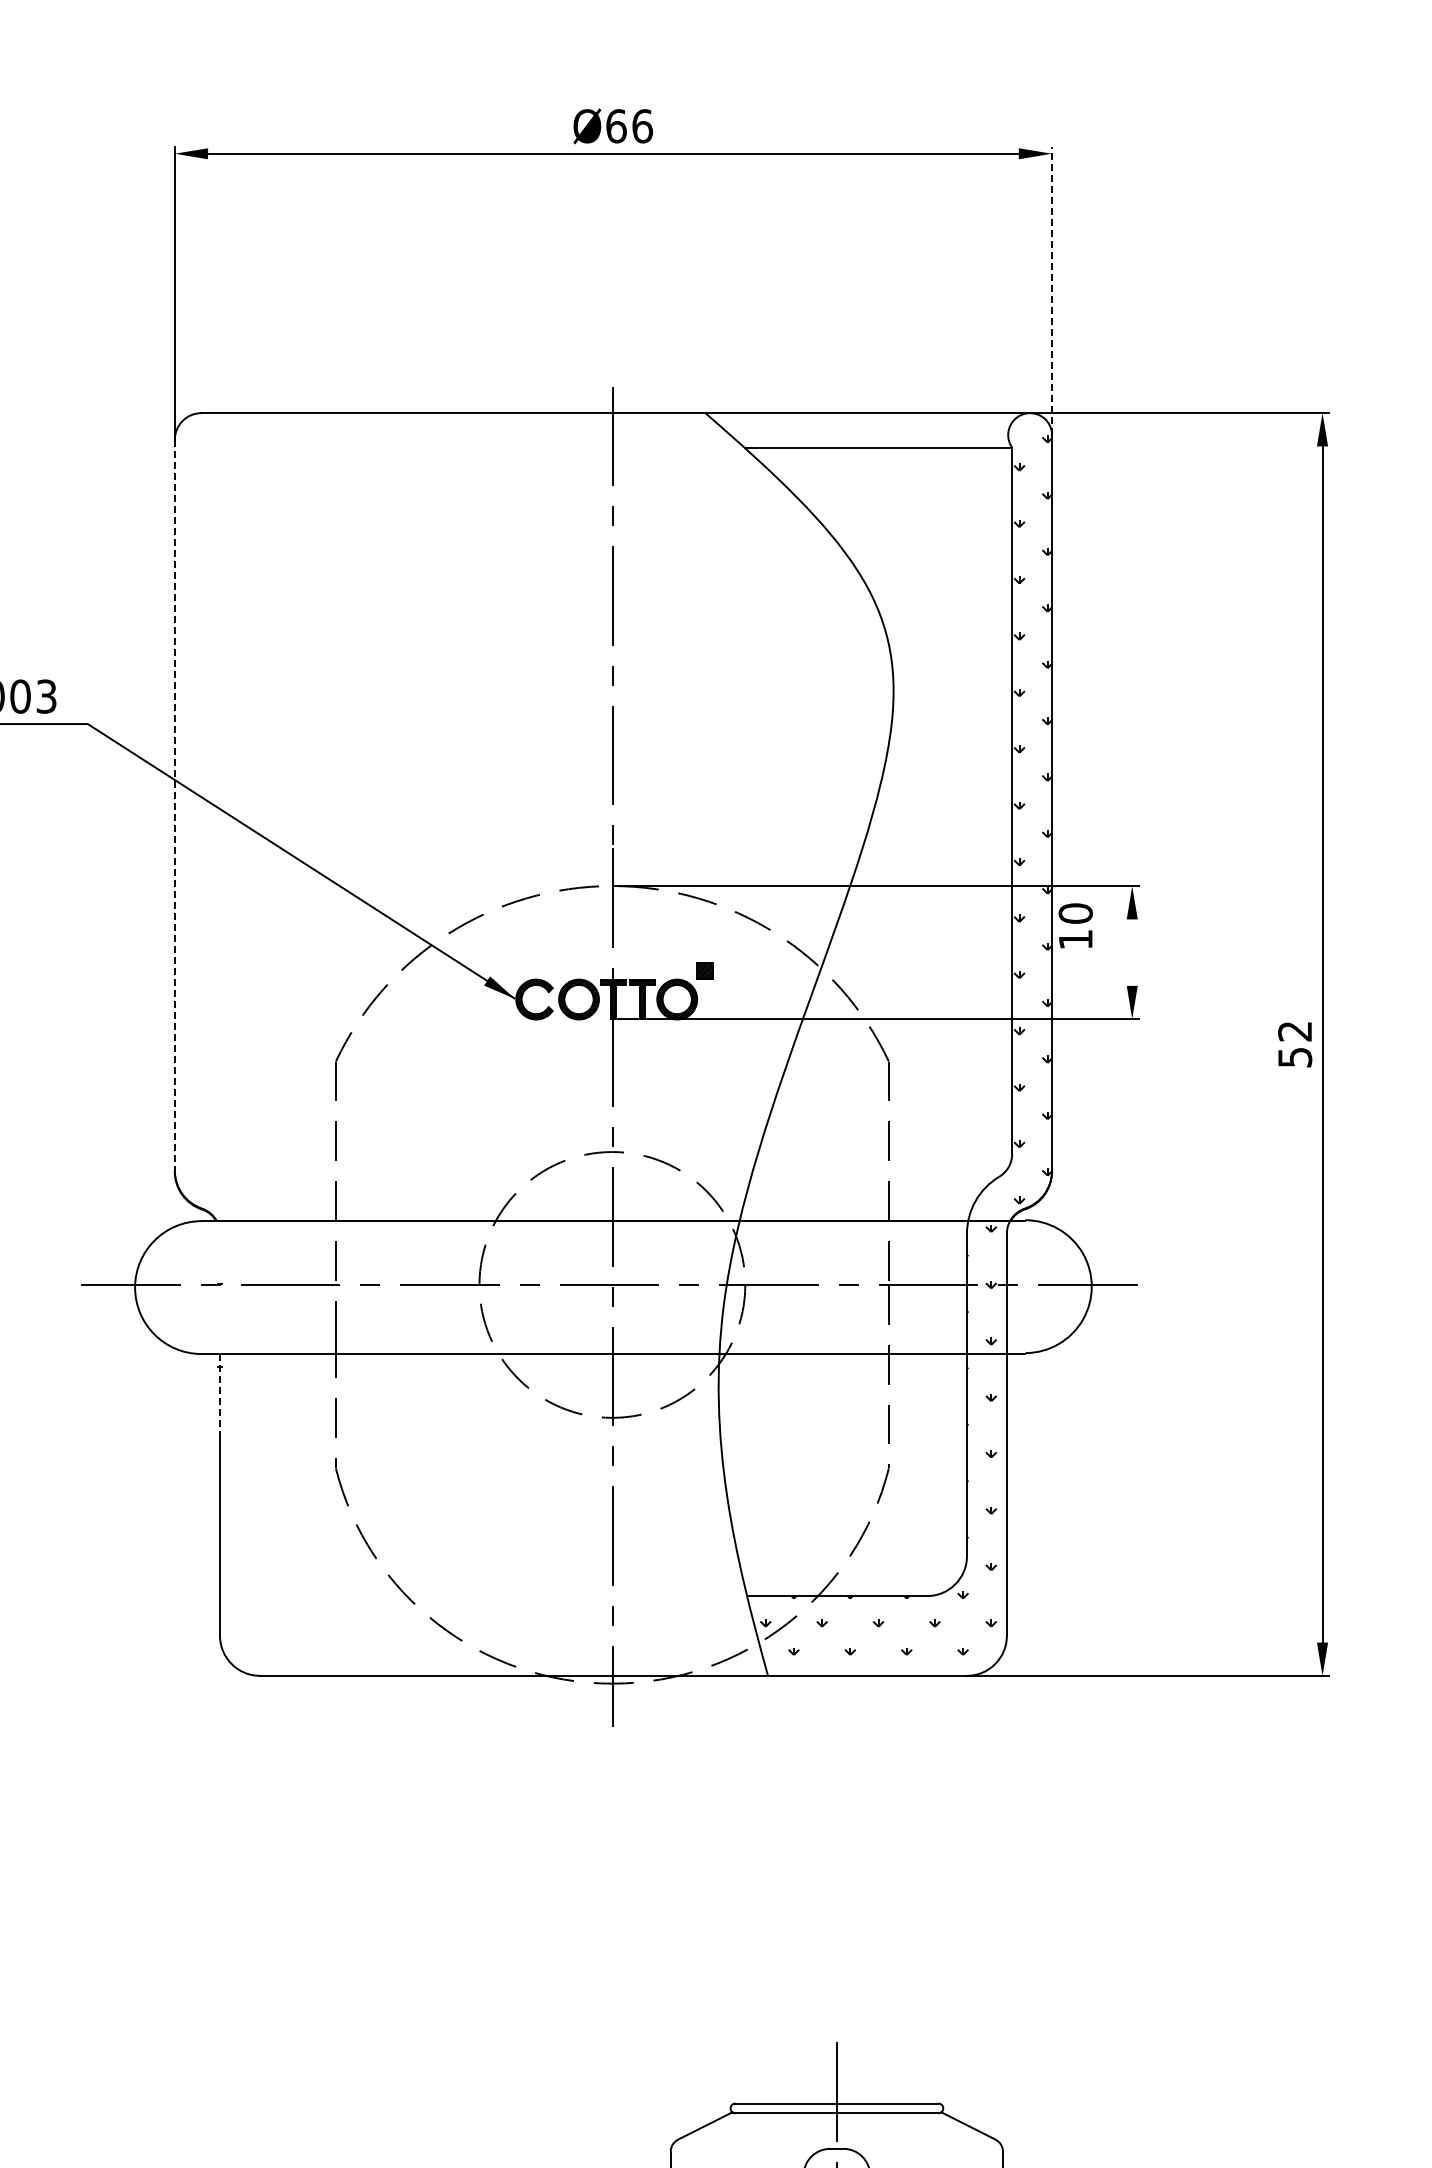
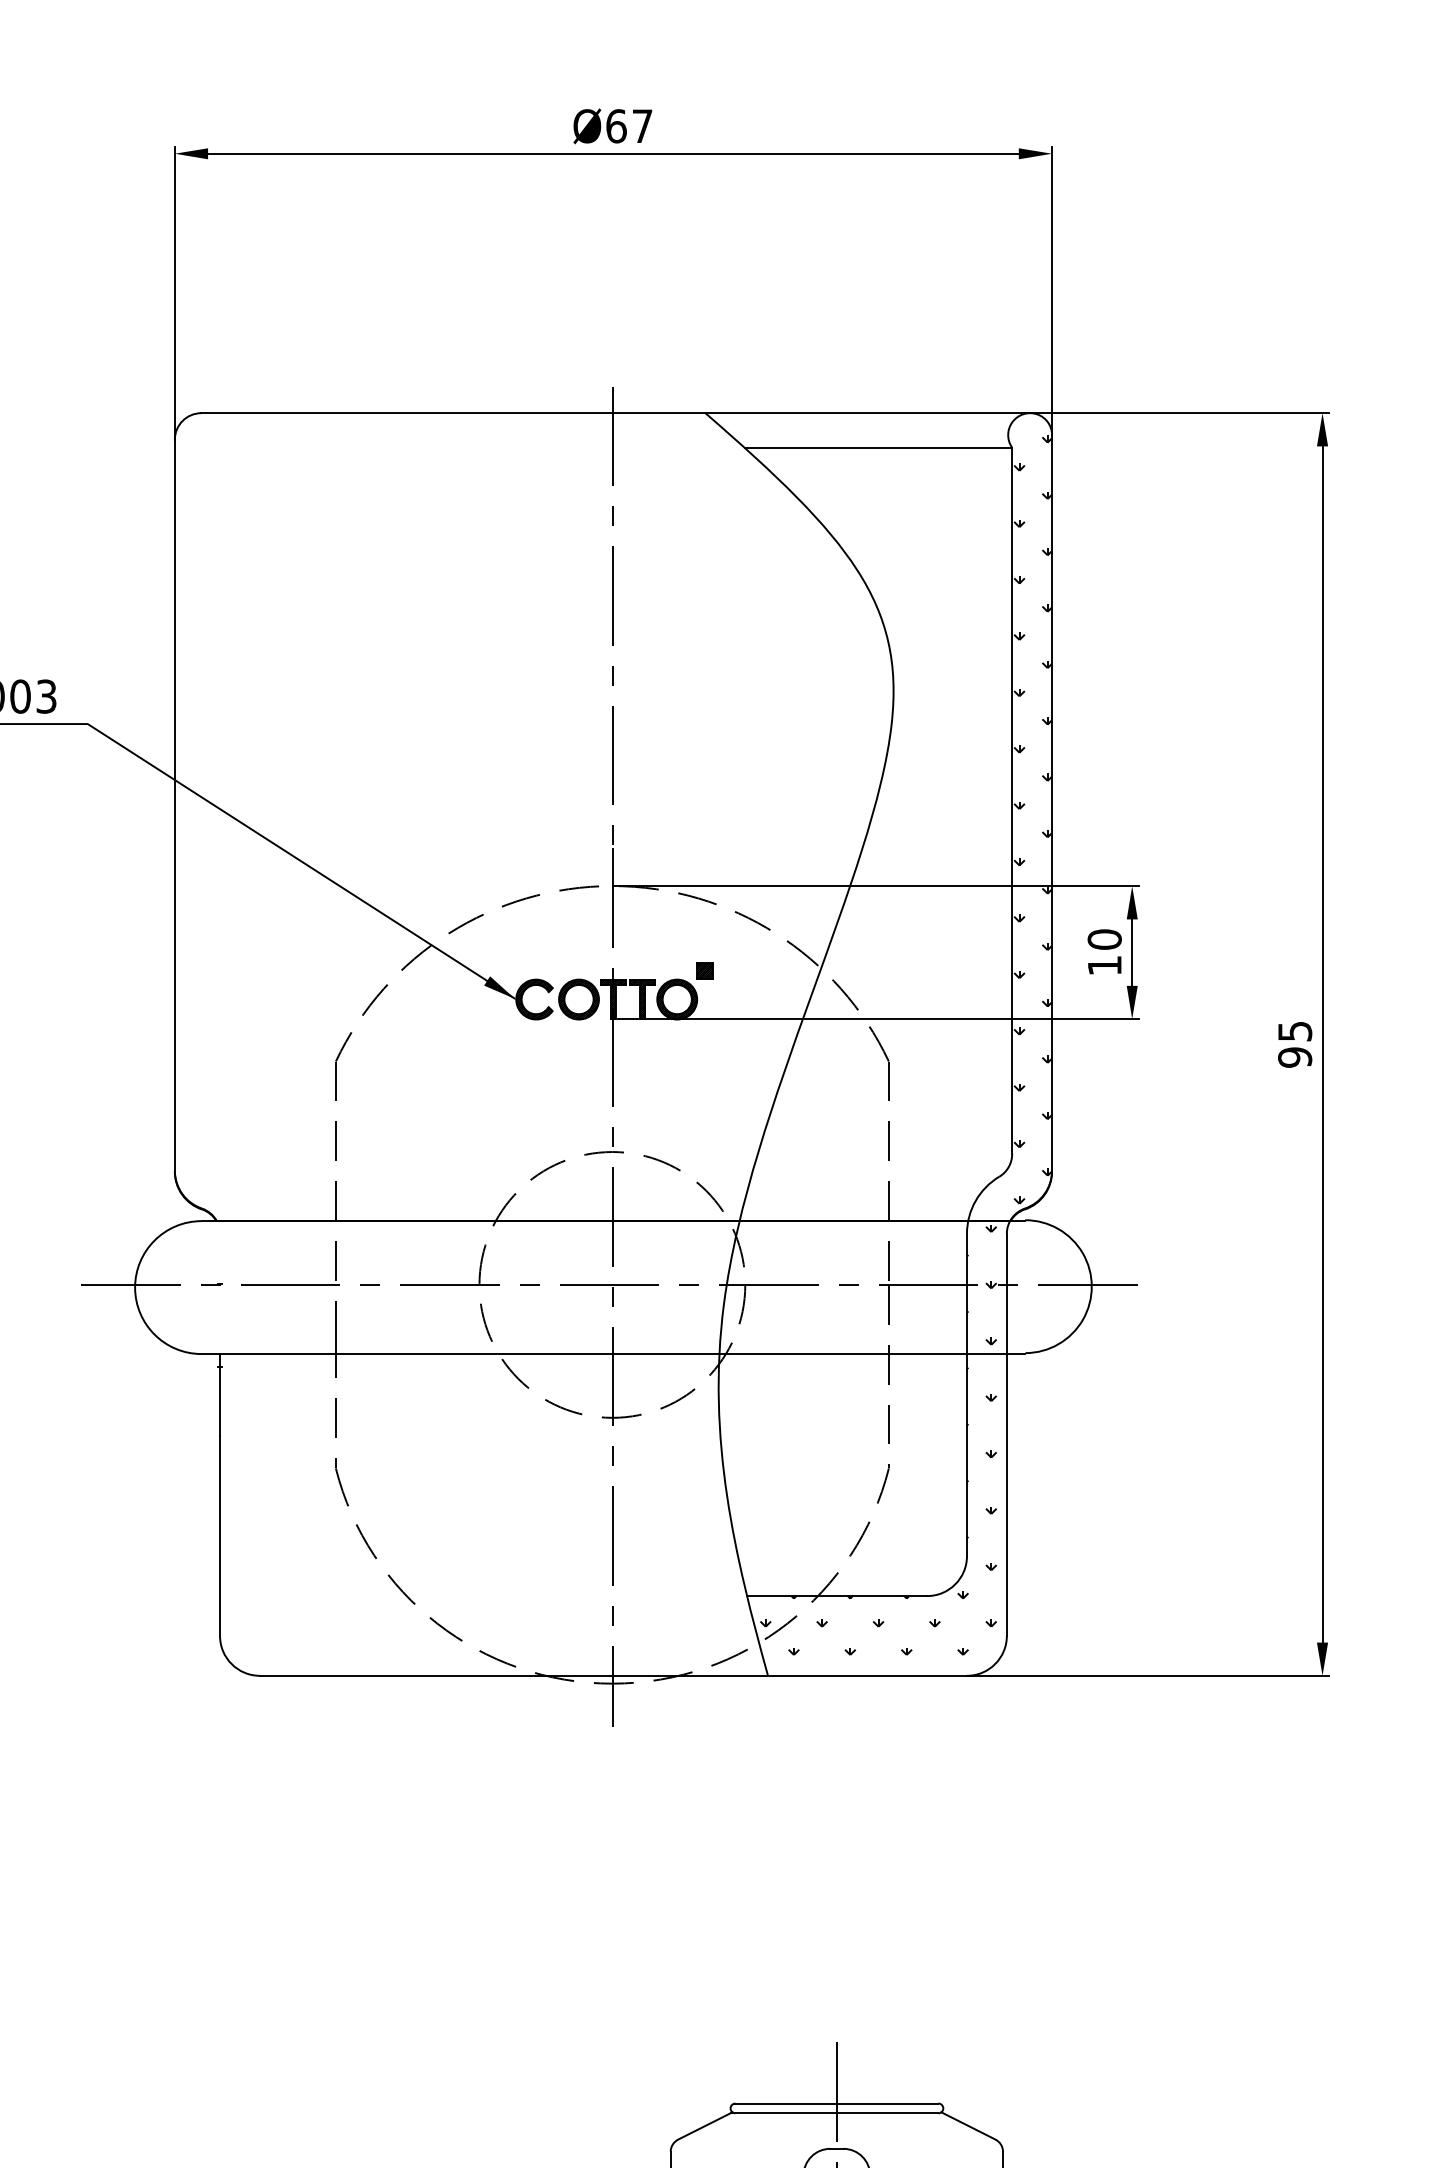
text at (642, 126): Ø66 -> Ø67
line at (1052, 290): dashed -> solid
line at (174, 805): dashed -> solid
text at (1075, 925) position: (1075, 925) -> (1104, 951)
line at (1132, 952): none -> present
text at (1295, 1044): 52 -> 95
line at (220, 1395): dashed -> solid
